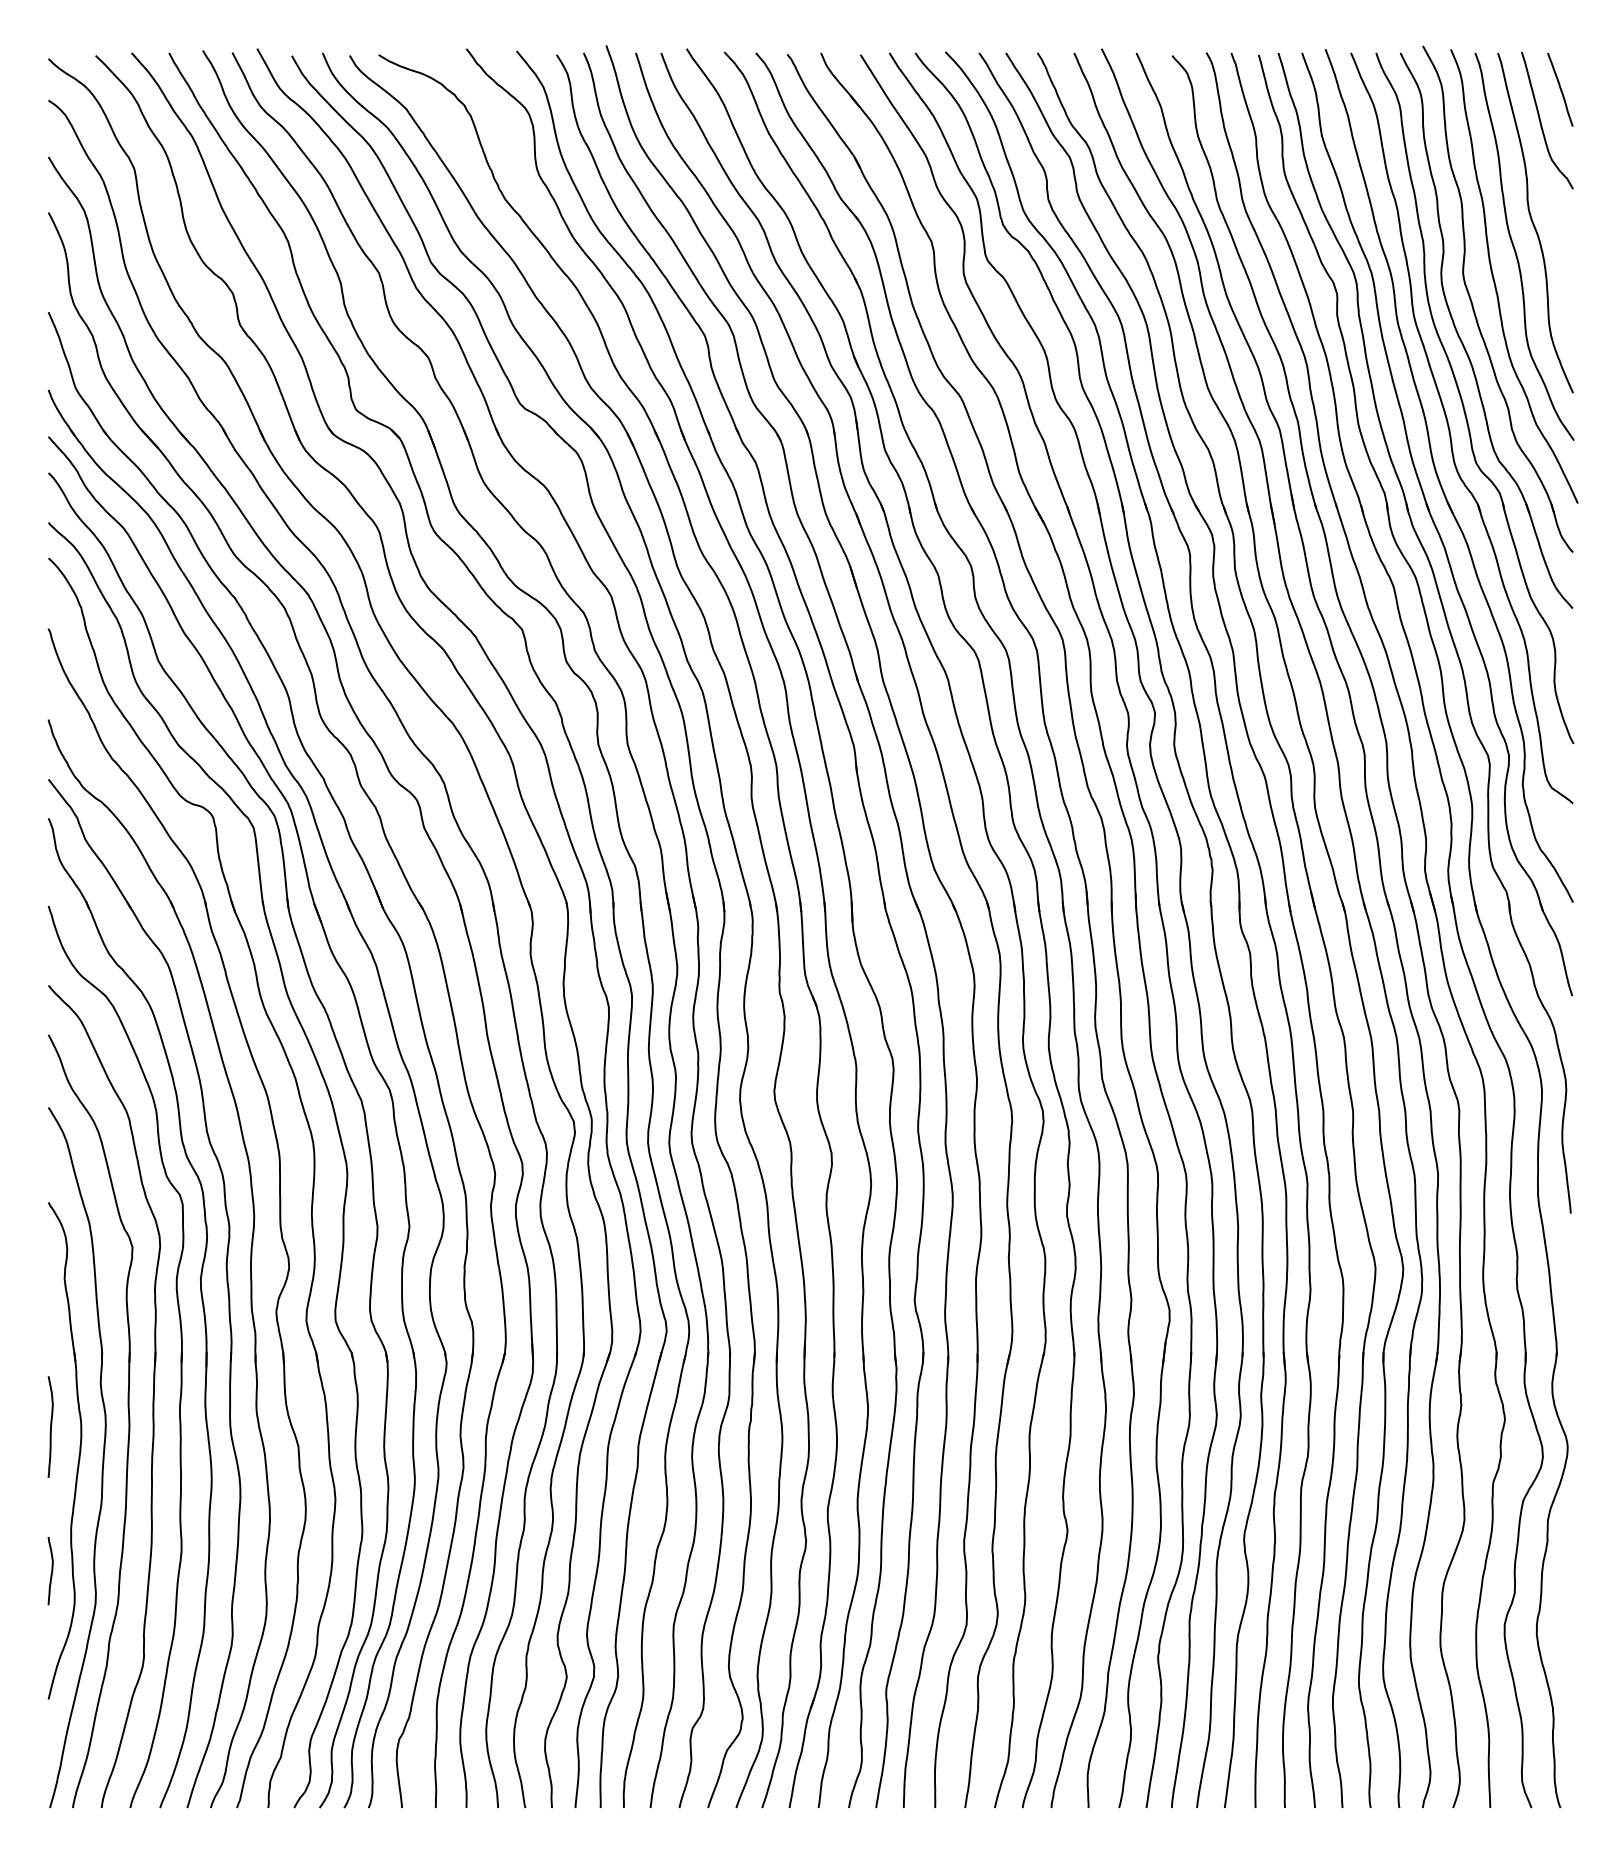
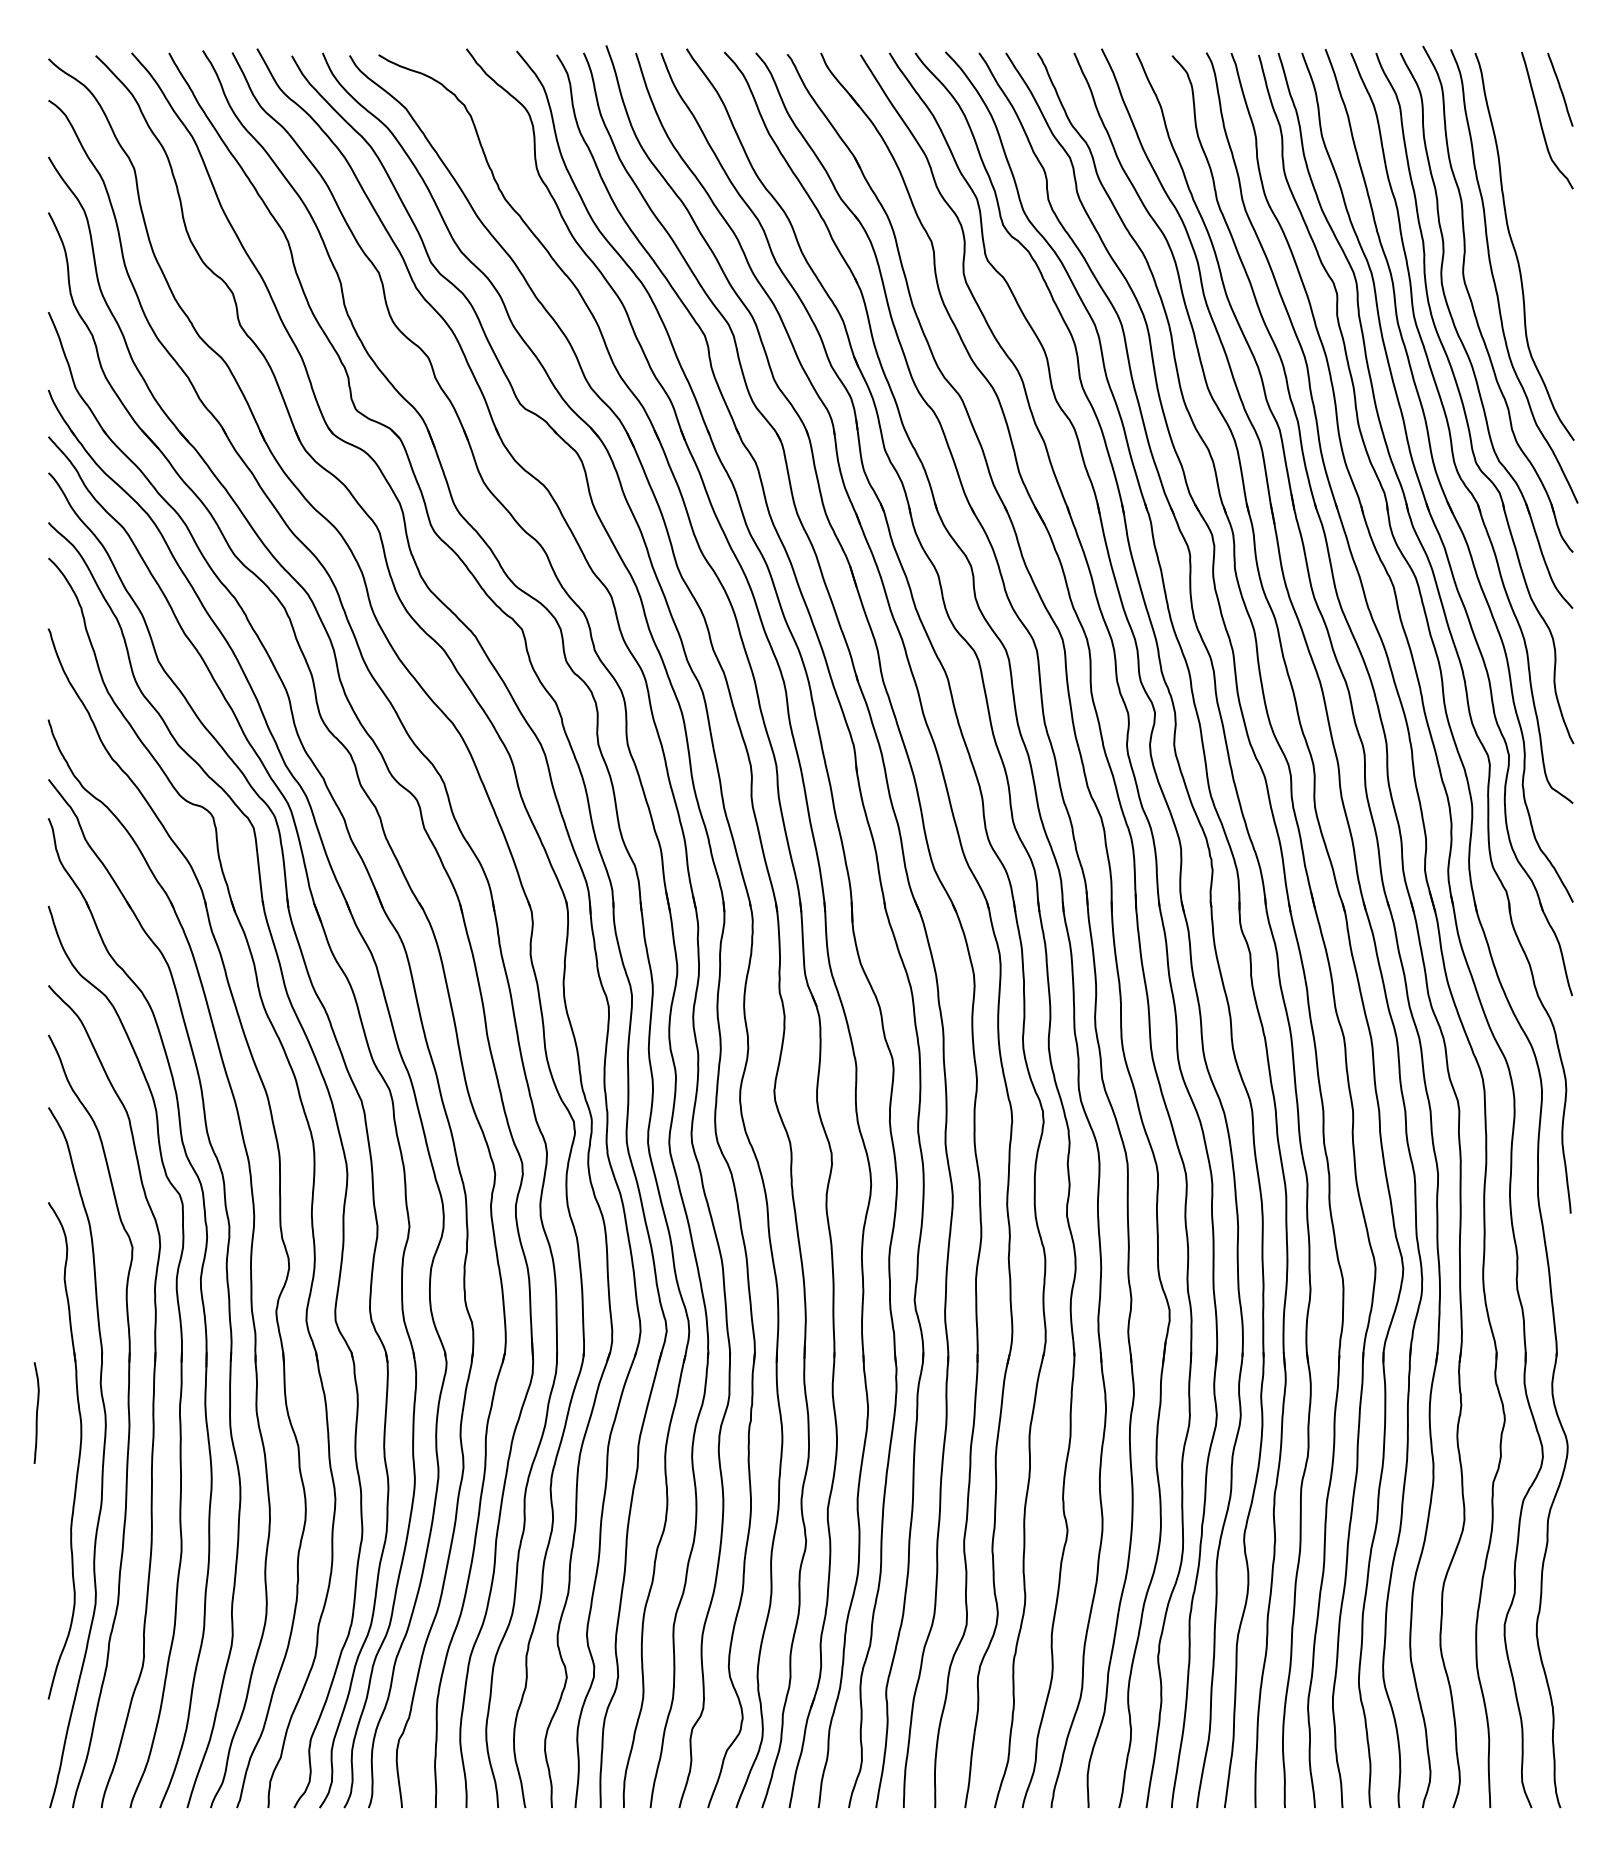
curve at (1534, 223): present -> none
part at (50, 1426) position: (50, 1426) -> (36, 1412)
curve at (51, 1571): present -> none
